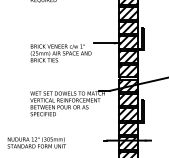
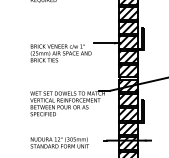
text at (36, 142) position: (36, 142) -> (59, 142)
